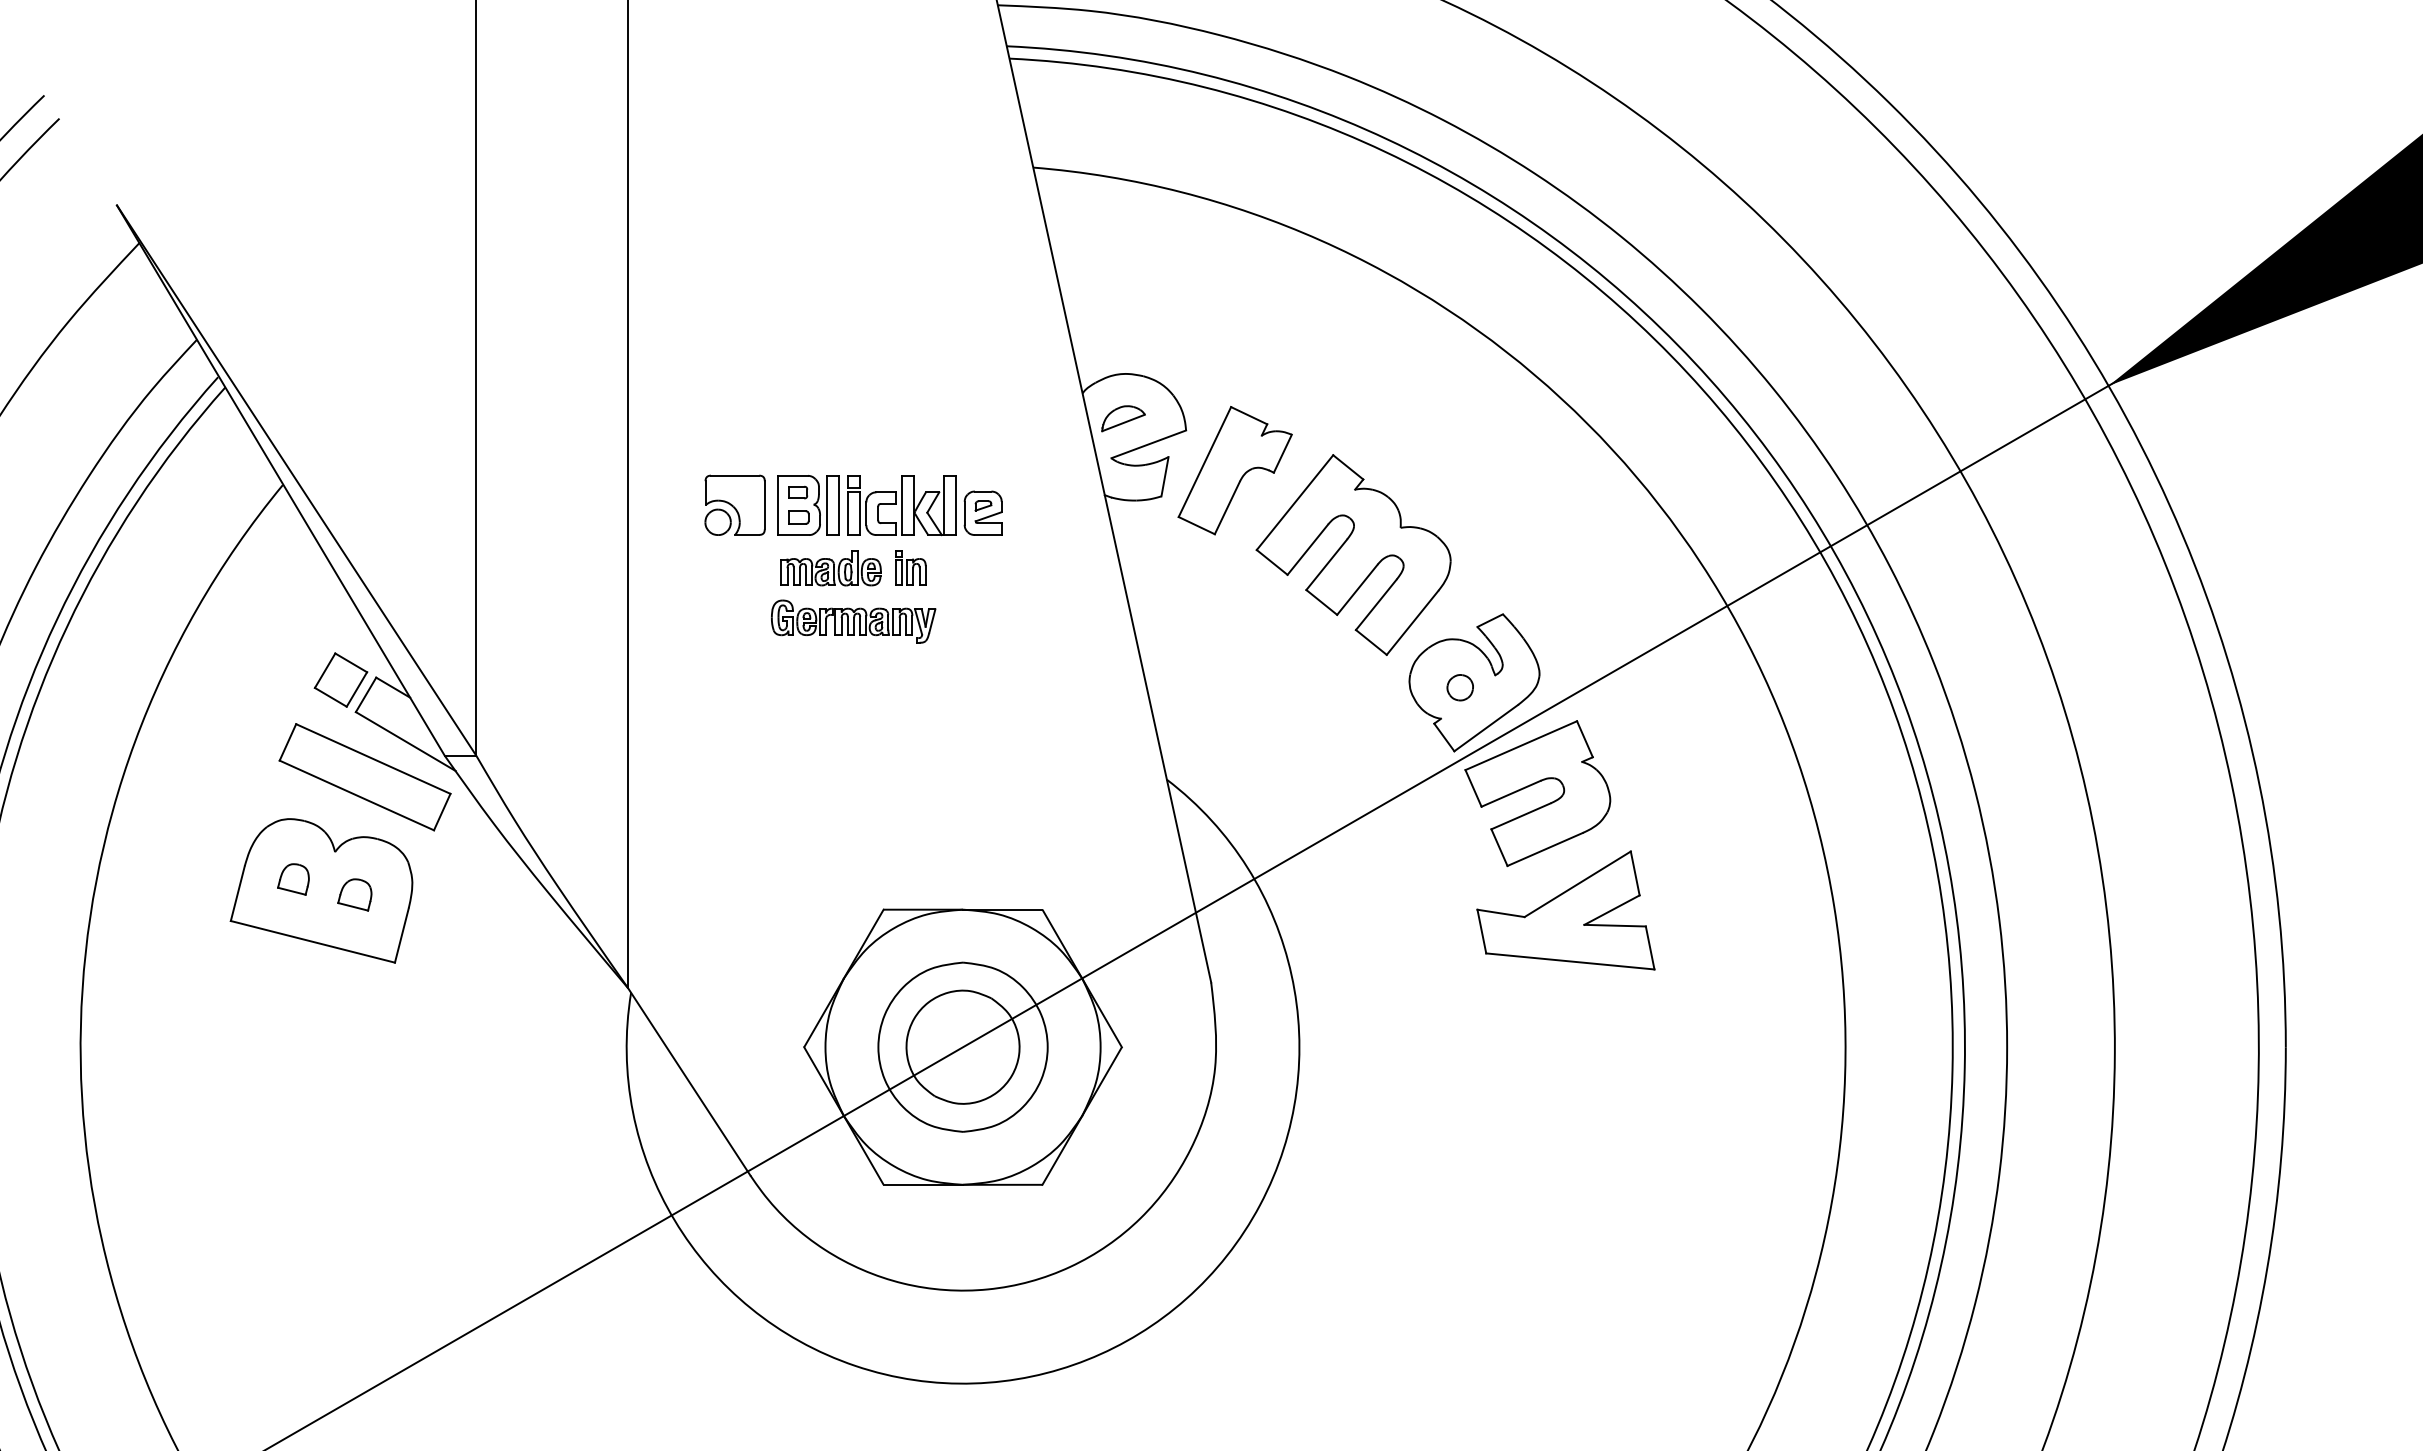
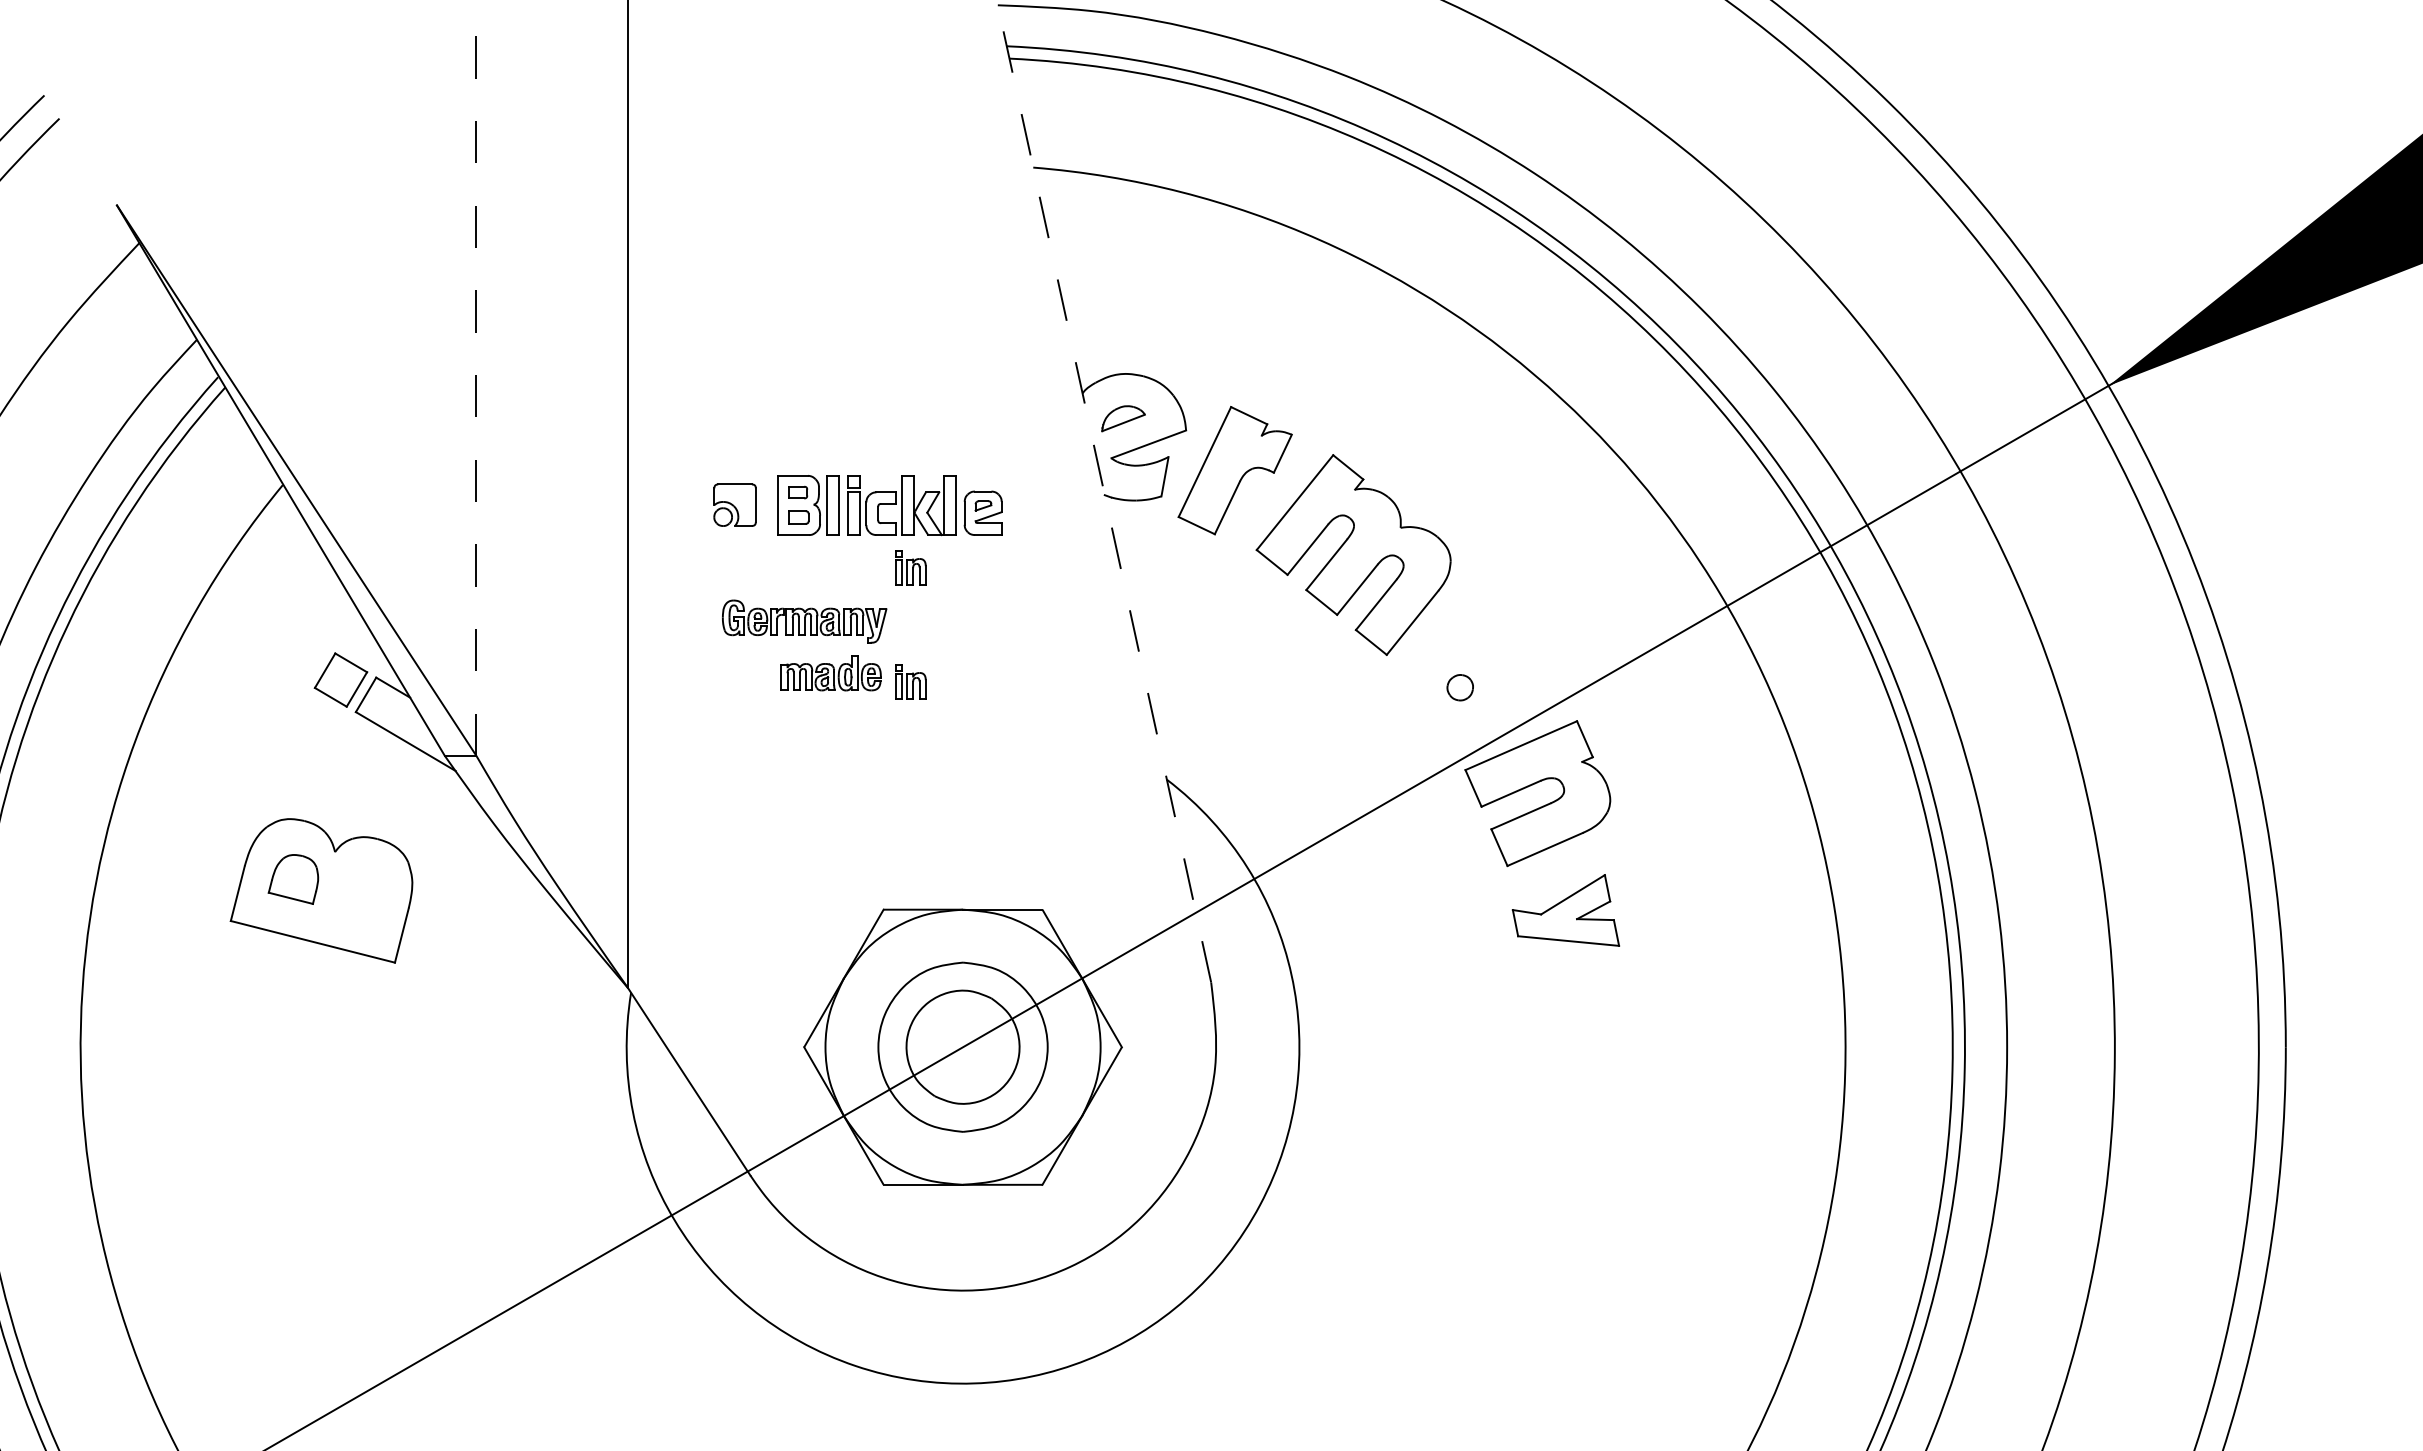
line at (476, 377): solid -> dashed
line at (1103, 491): solid -> dashed
part at (734, 504) size: 62x62 px -> 44x44 px
part at (830, 568) position: (830, 568) -> (830, 673)
part at (853, 621) position: (853, 621) -> (804, 621)
part at (910, 681): none -> present
part at (1474, 682): present -> none
part at (364, 777): present -> none
part at (293, 879) size: 33x33 px -> 53x51 px
part at (354, 894): present -> none
part at (1565, 910) size: 180x121 px -> 109x73 px
